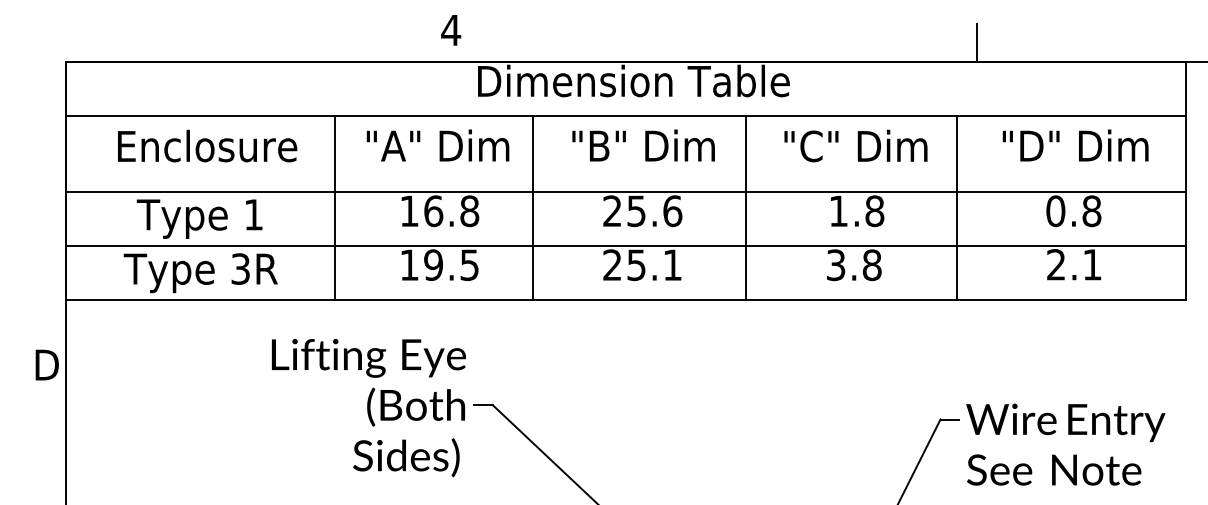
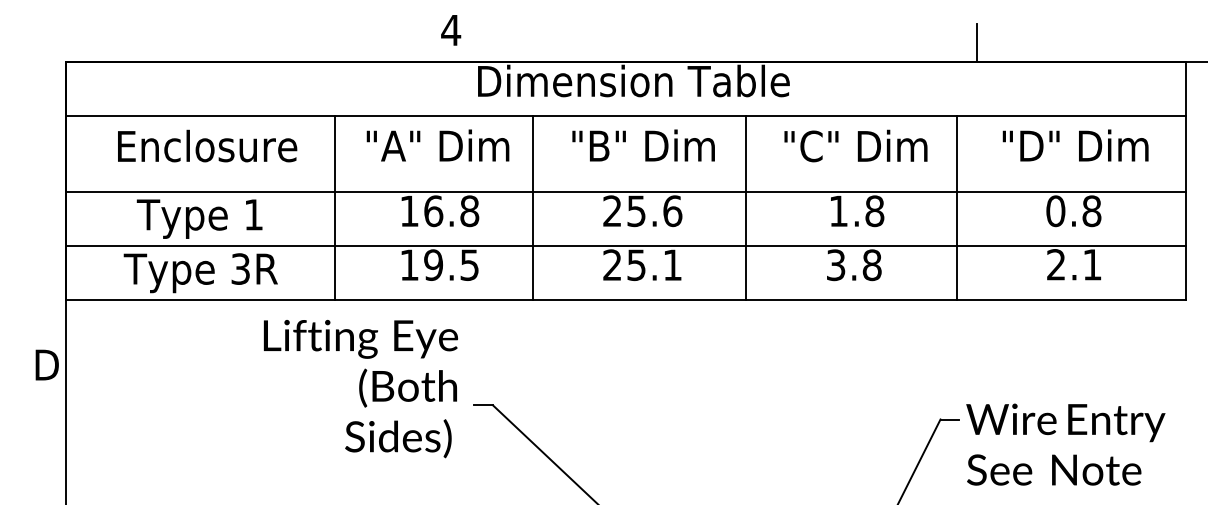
text at (369, 408) position: (369, 408) -> (361, 389)
